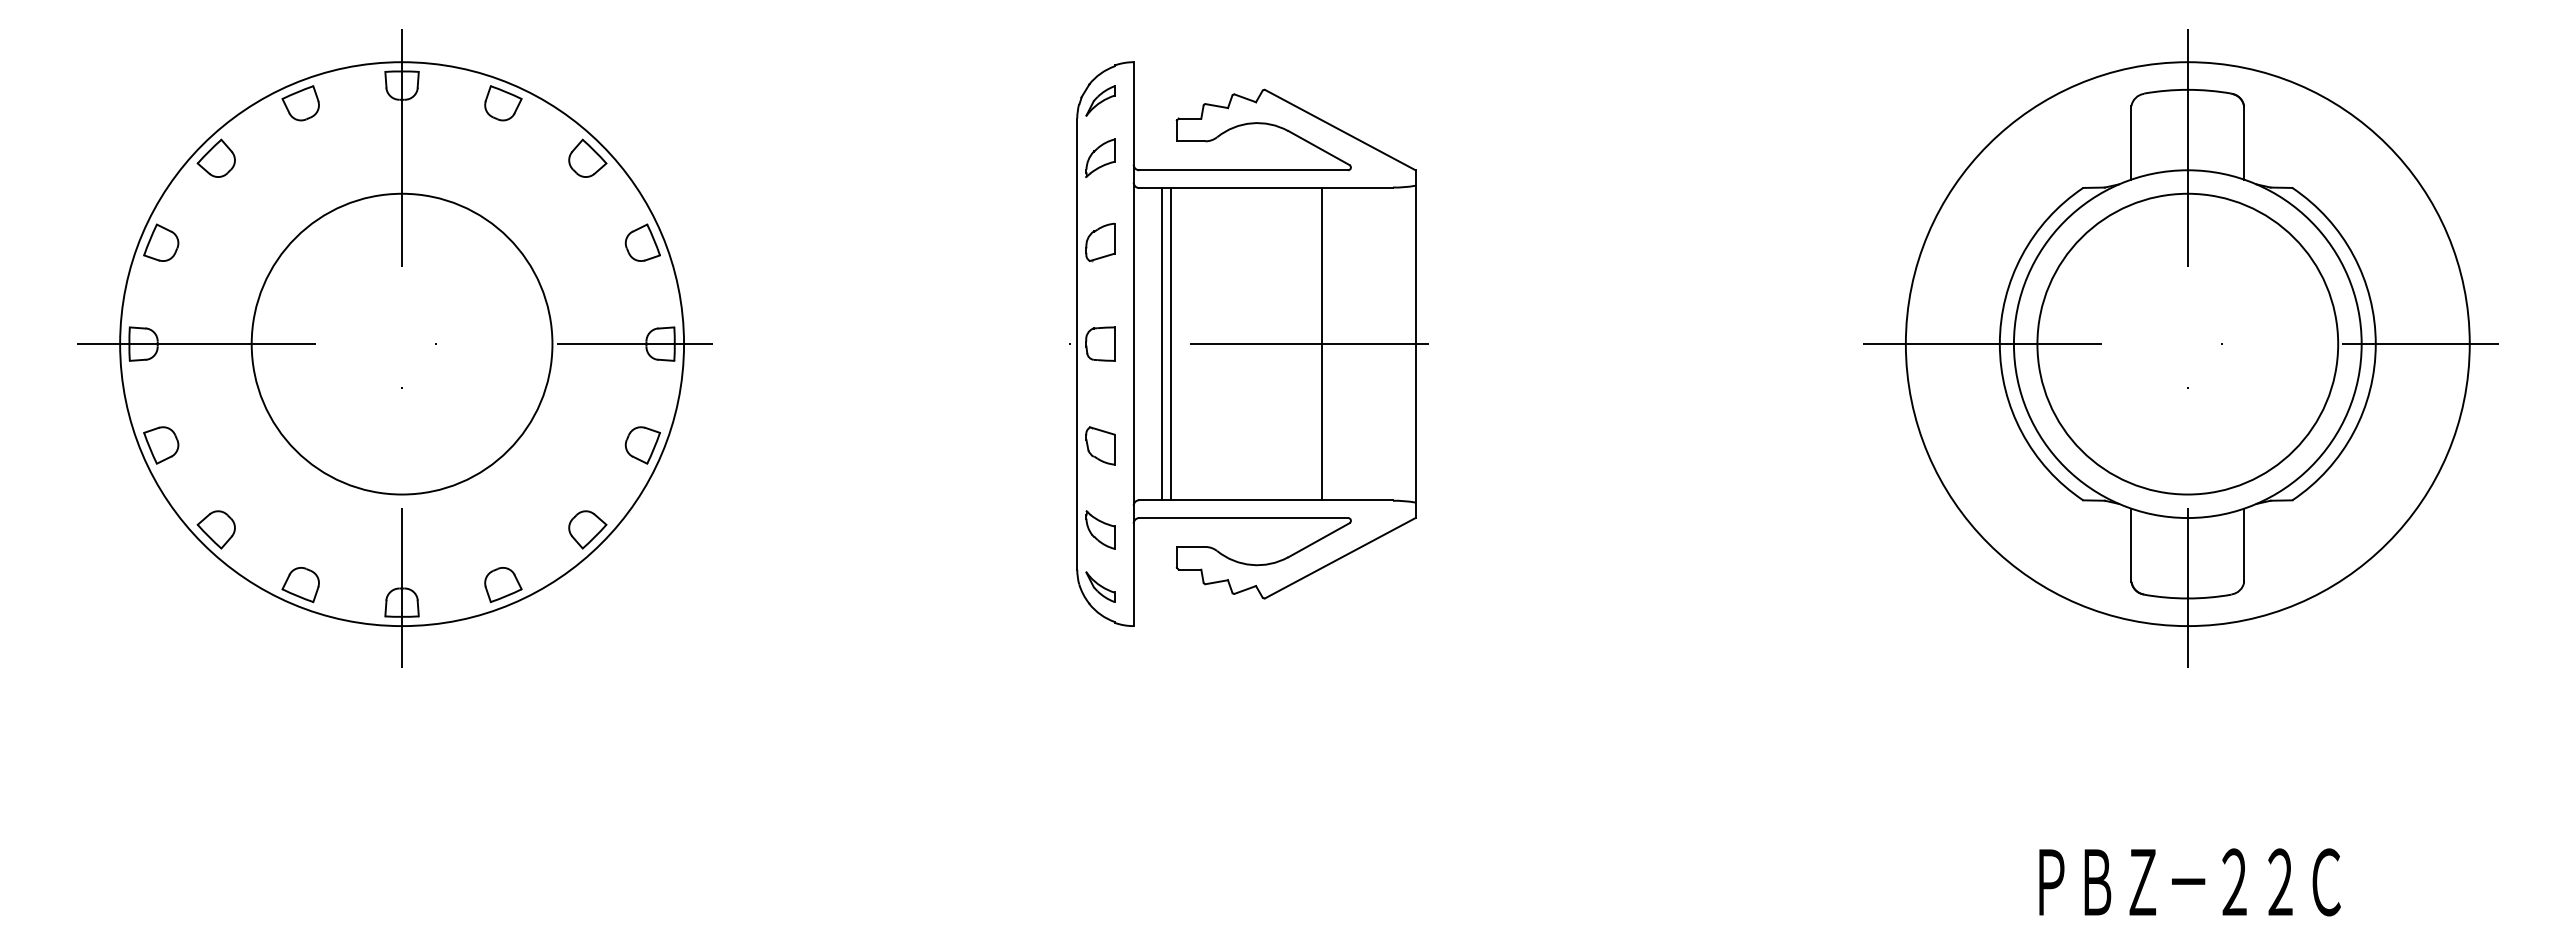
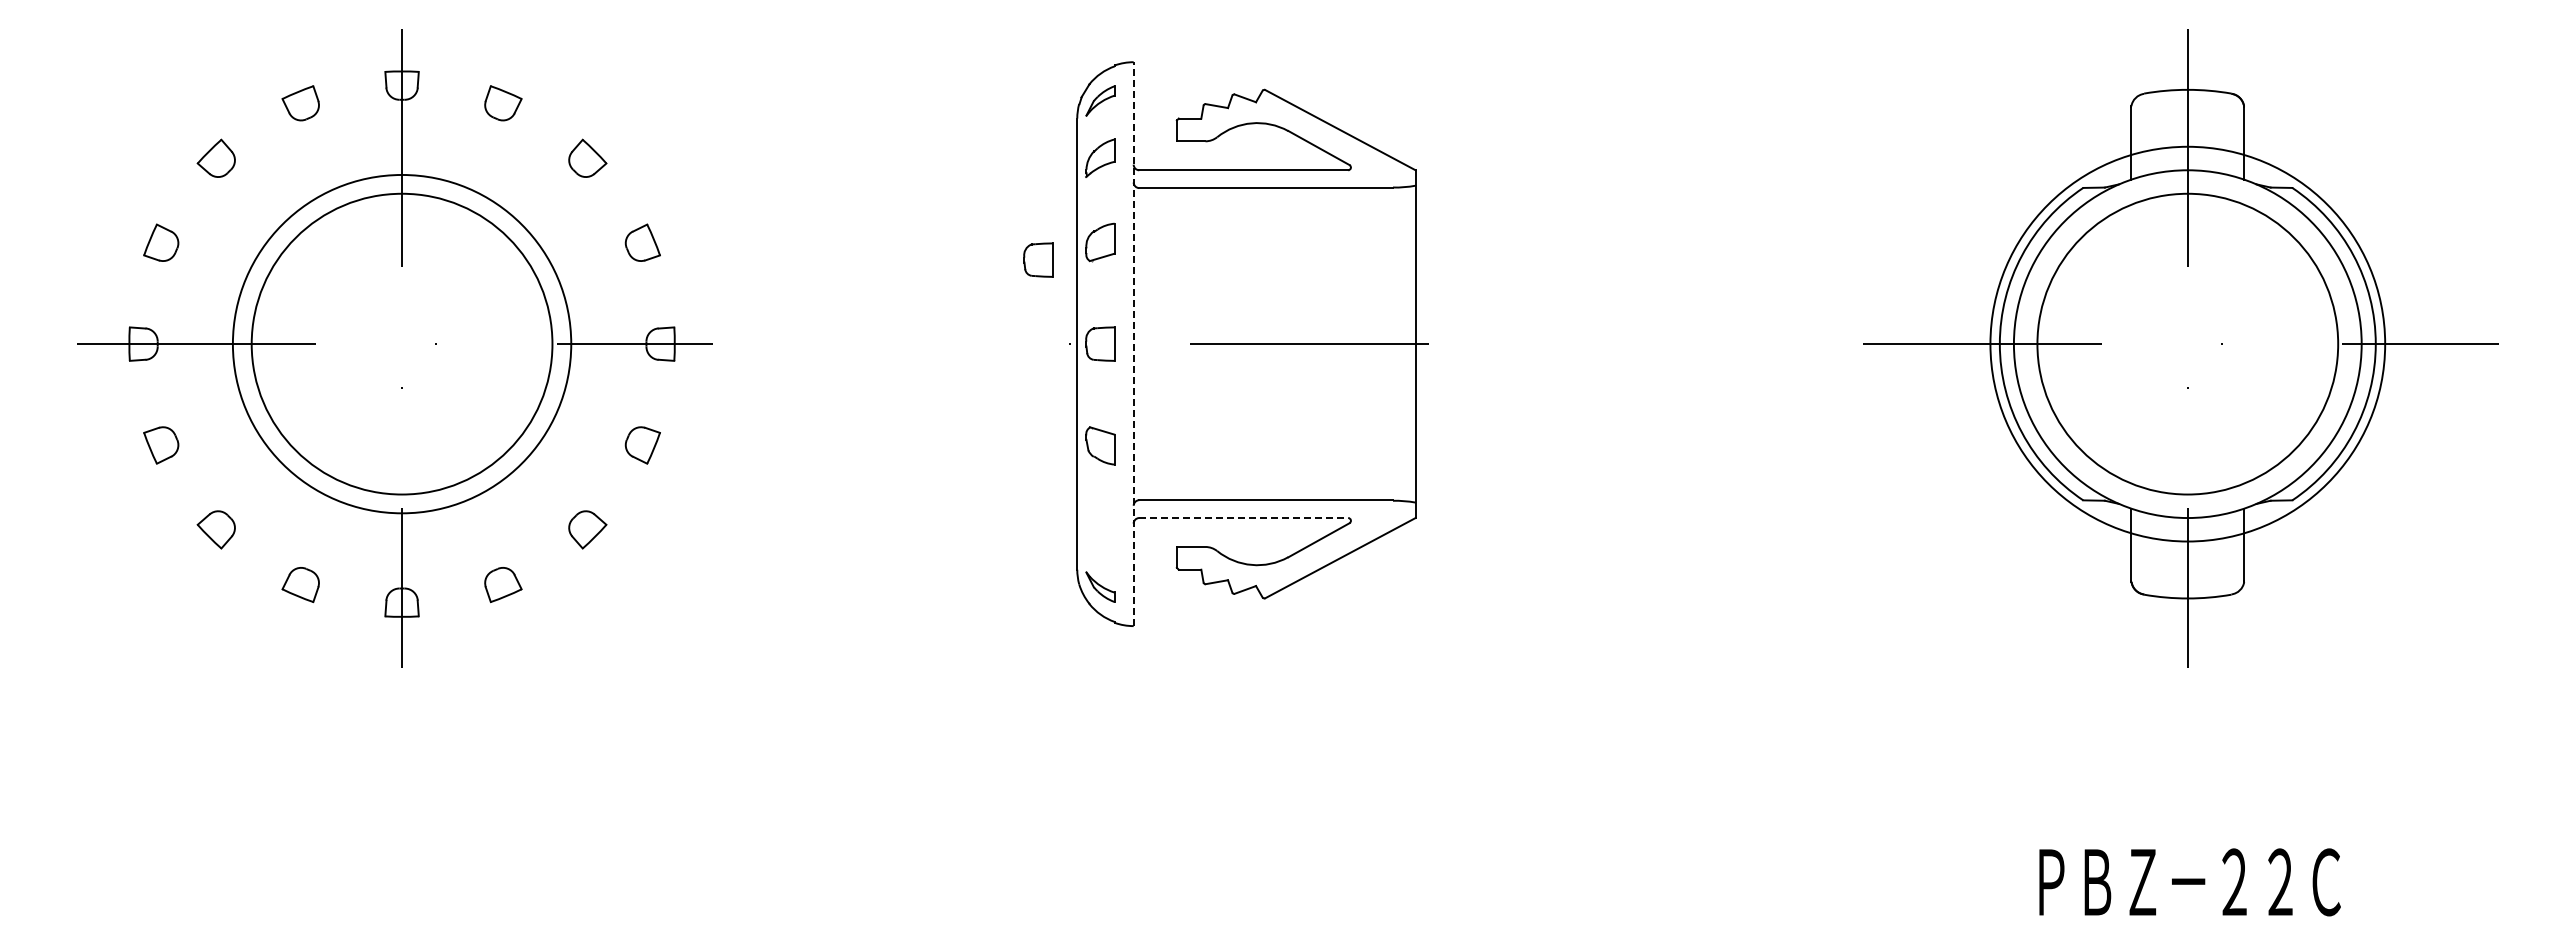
part at (1038, 259): none -> present
line at (1171, 343): present -> none
line at (1321, 343): present -> none
circle at (402, 344) diameter: 564 px -> 338 px
line at (1133, 344): solid -> dashed
line at (1161, 344): present -> none
circle at (2187, 344) diameter: 564 px -> 395 px
line at (1244, 518): solid -> dashed
part at (1100, 529): present -> none
